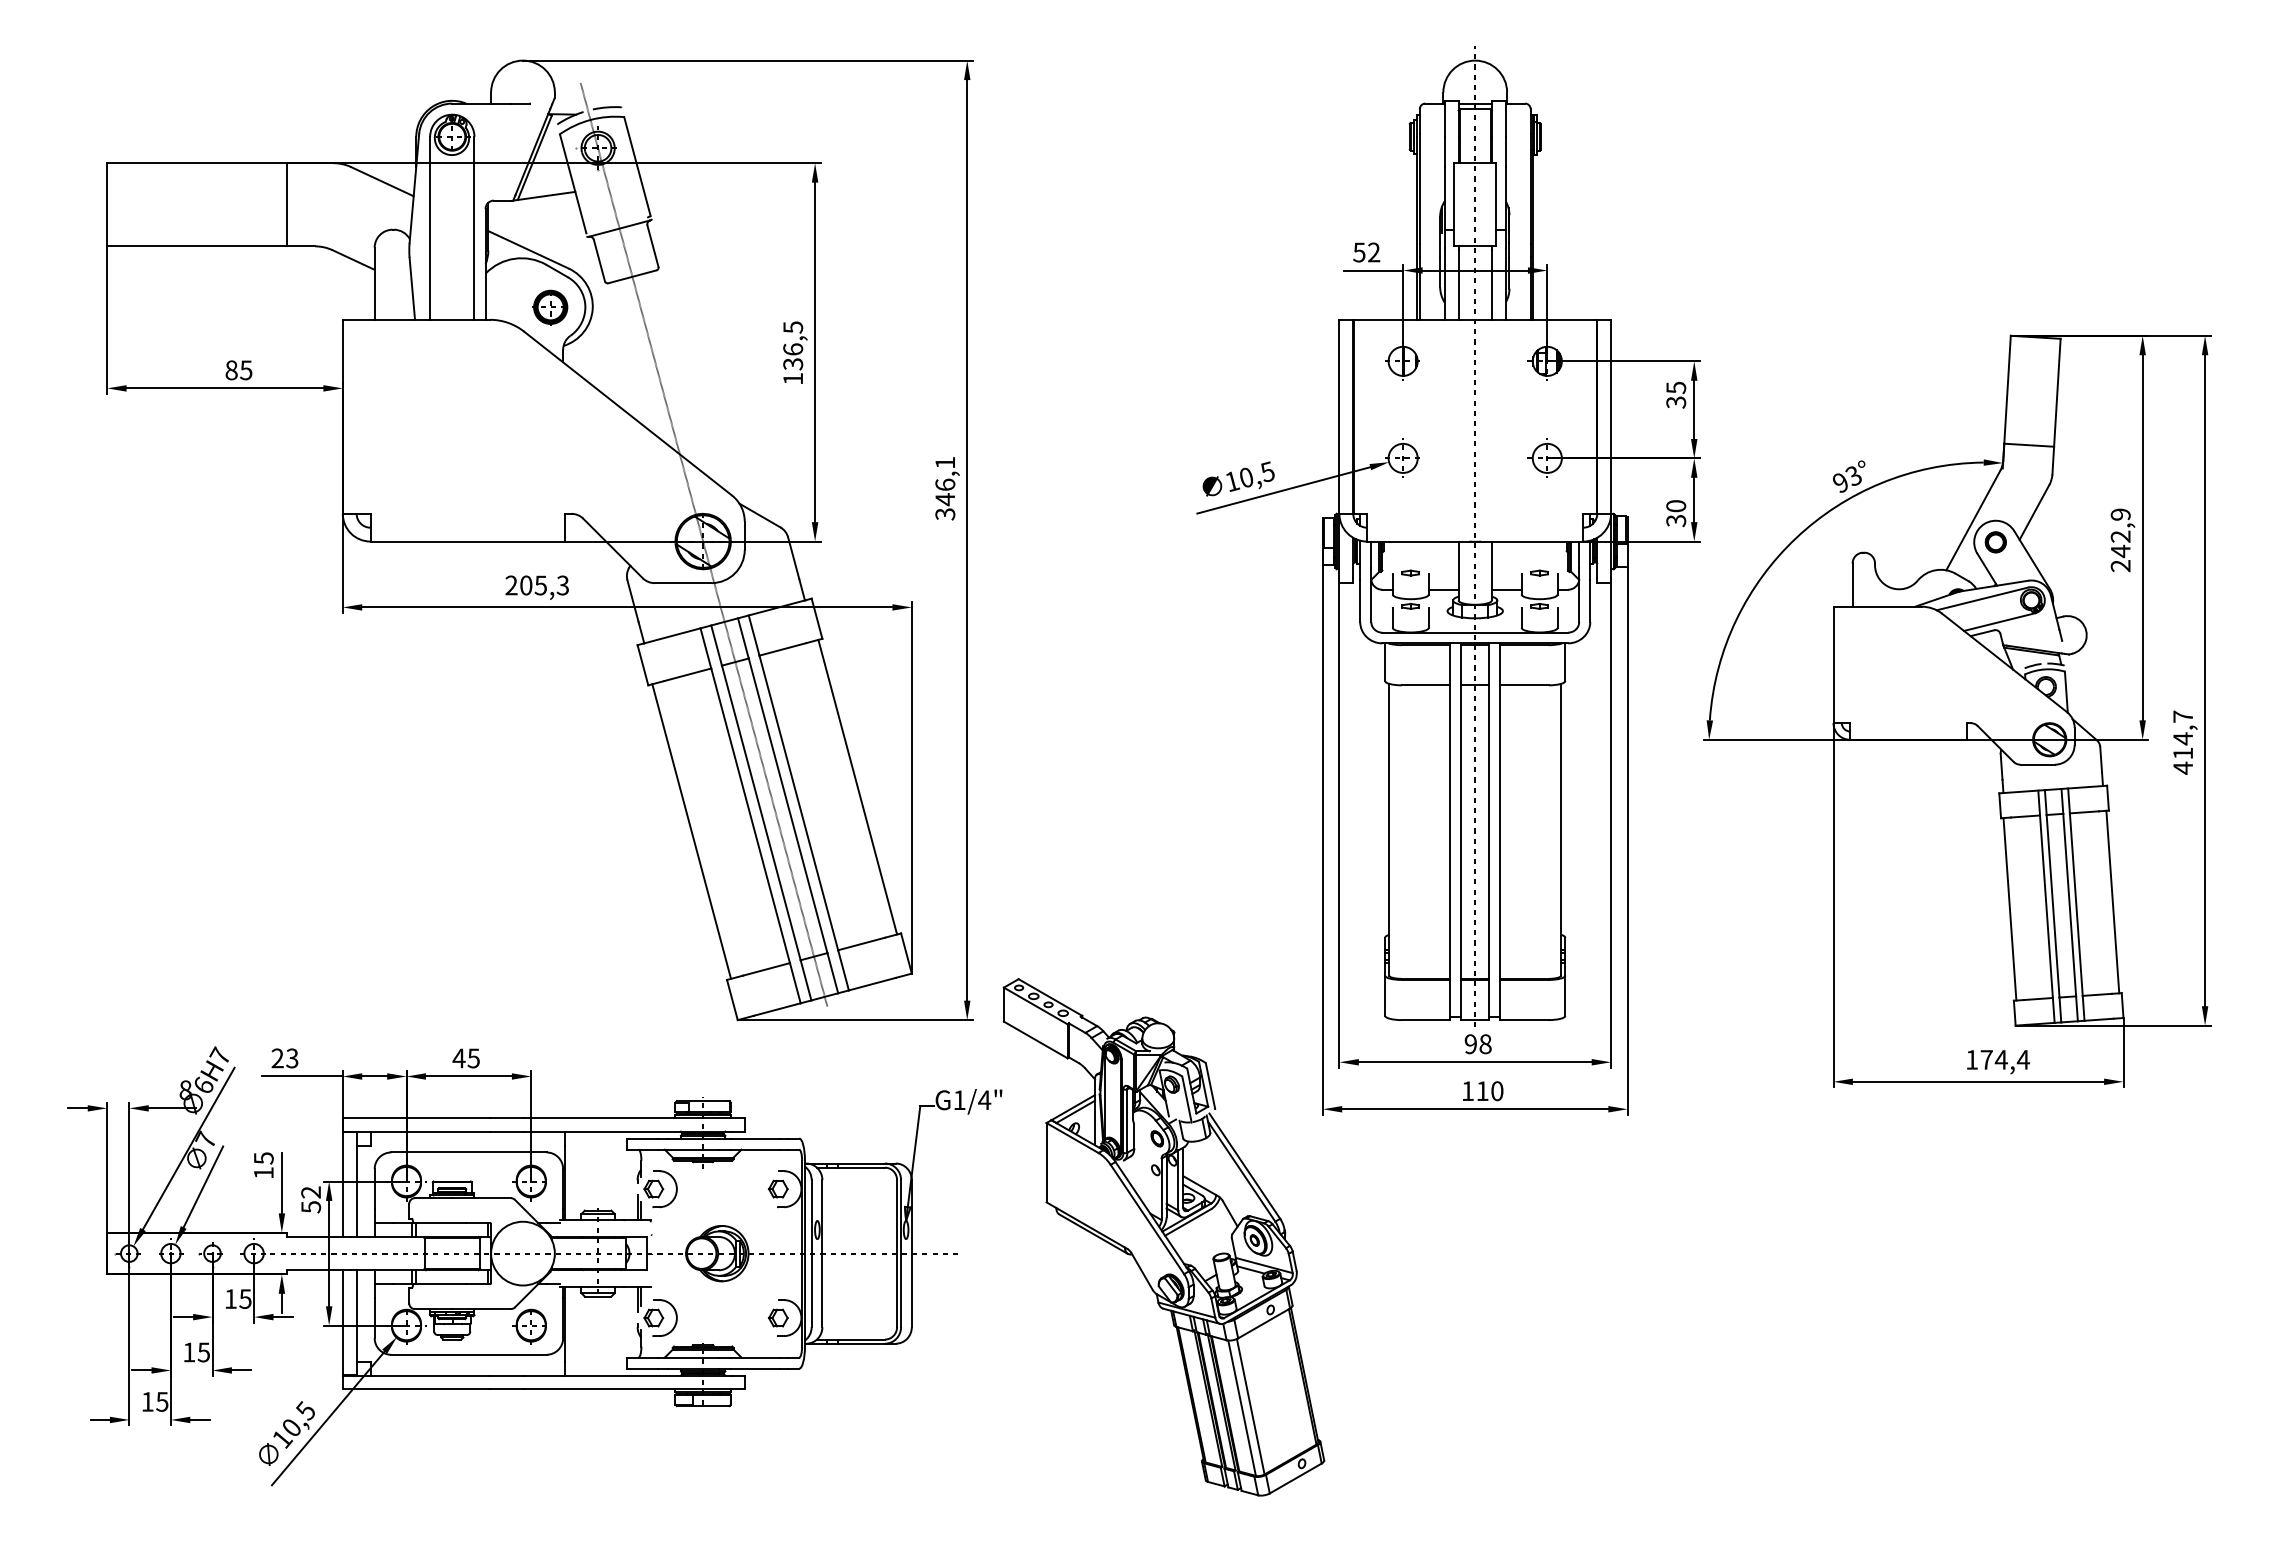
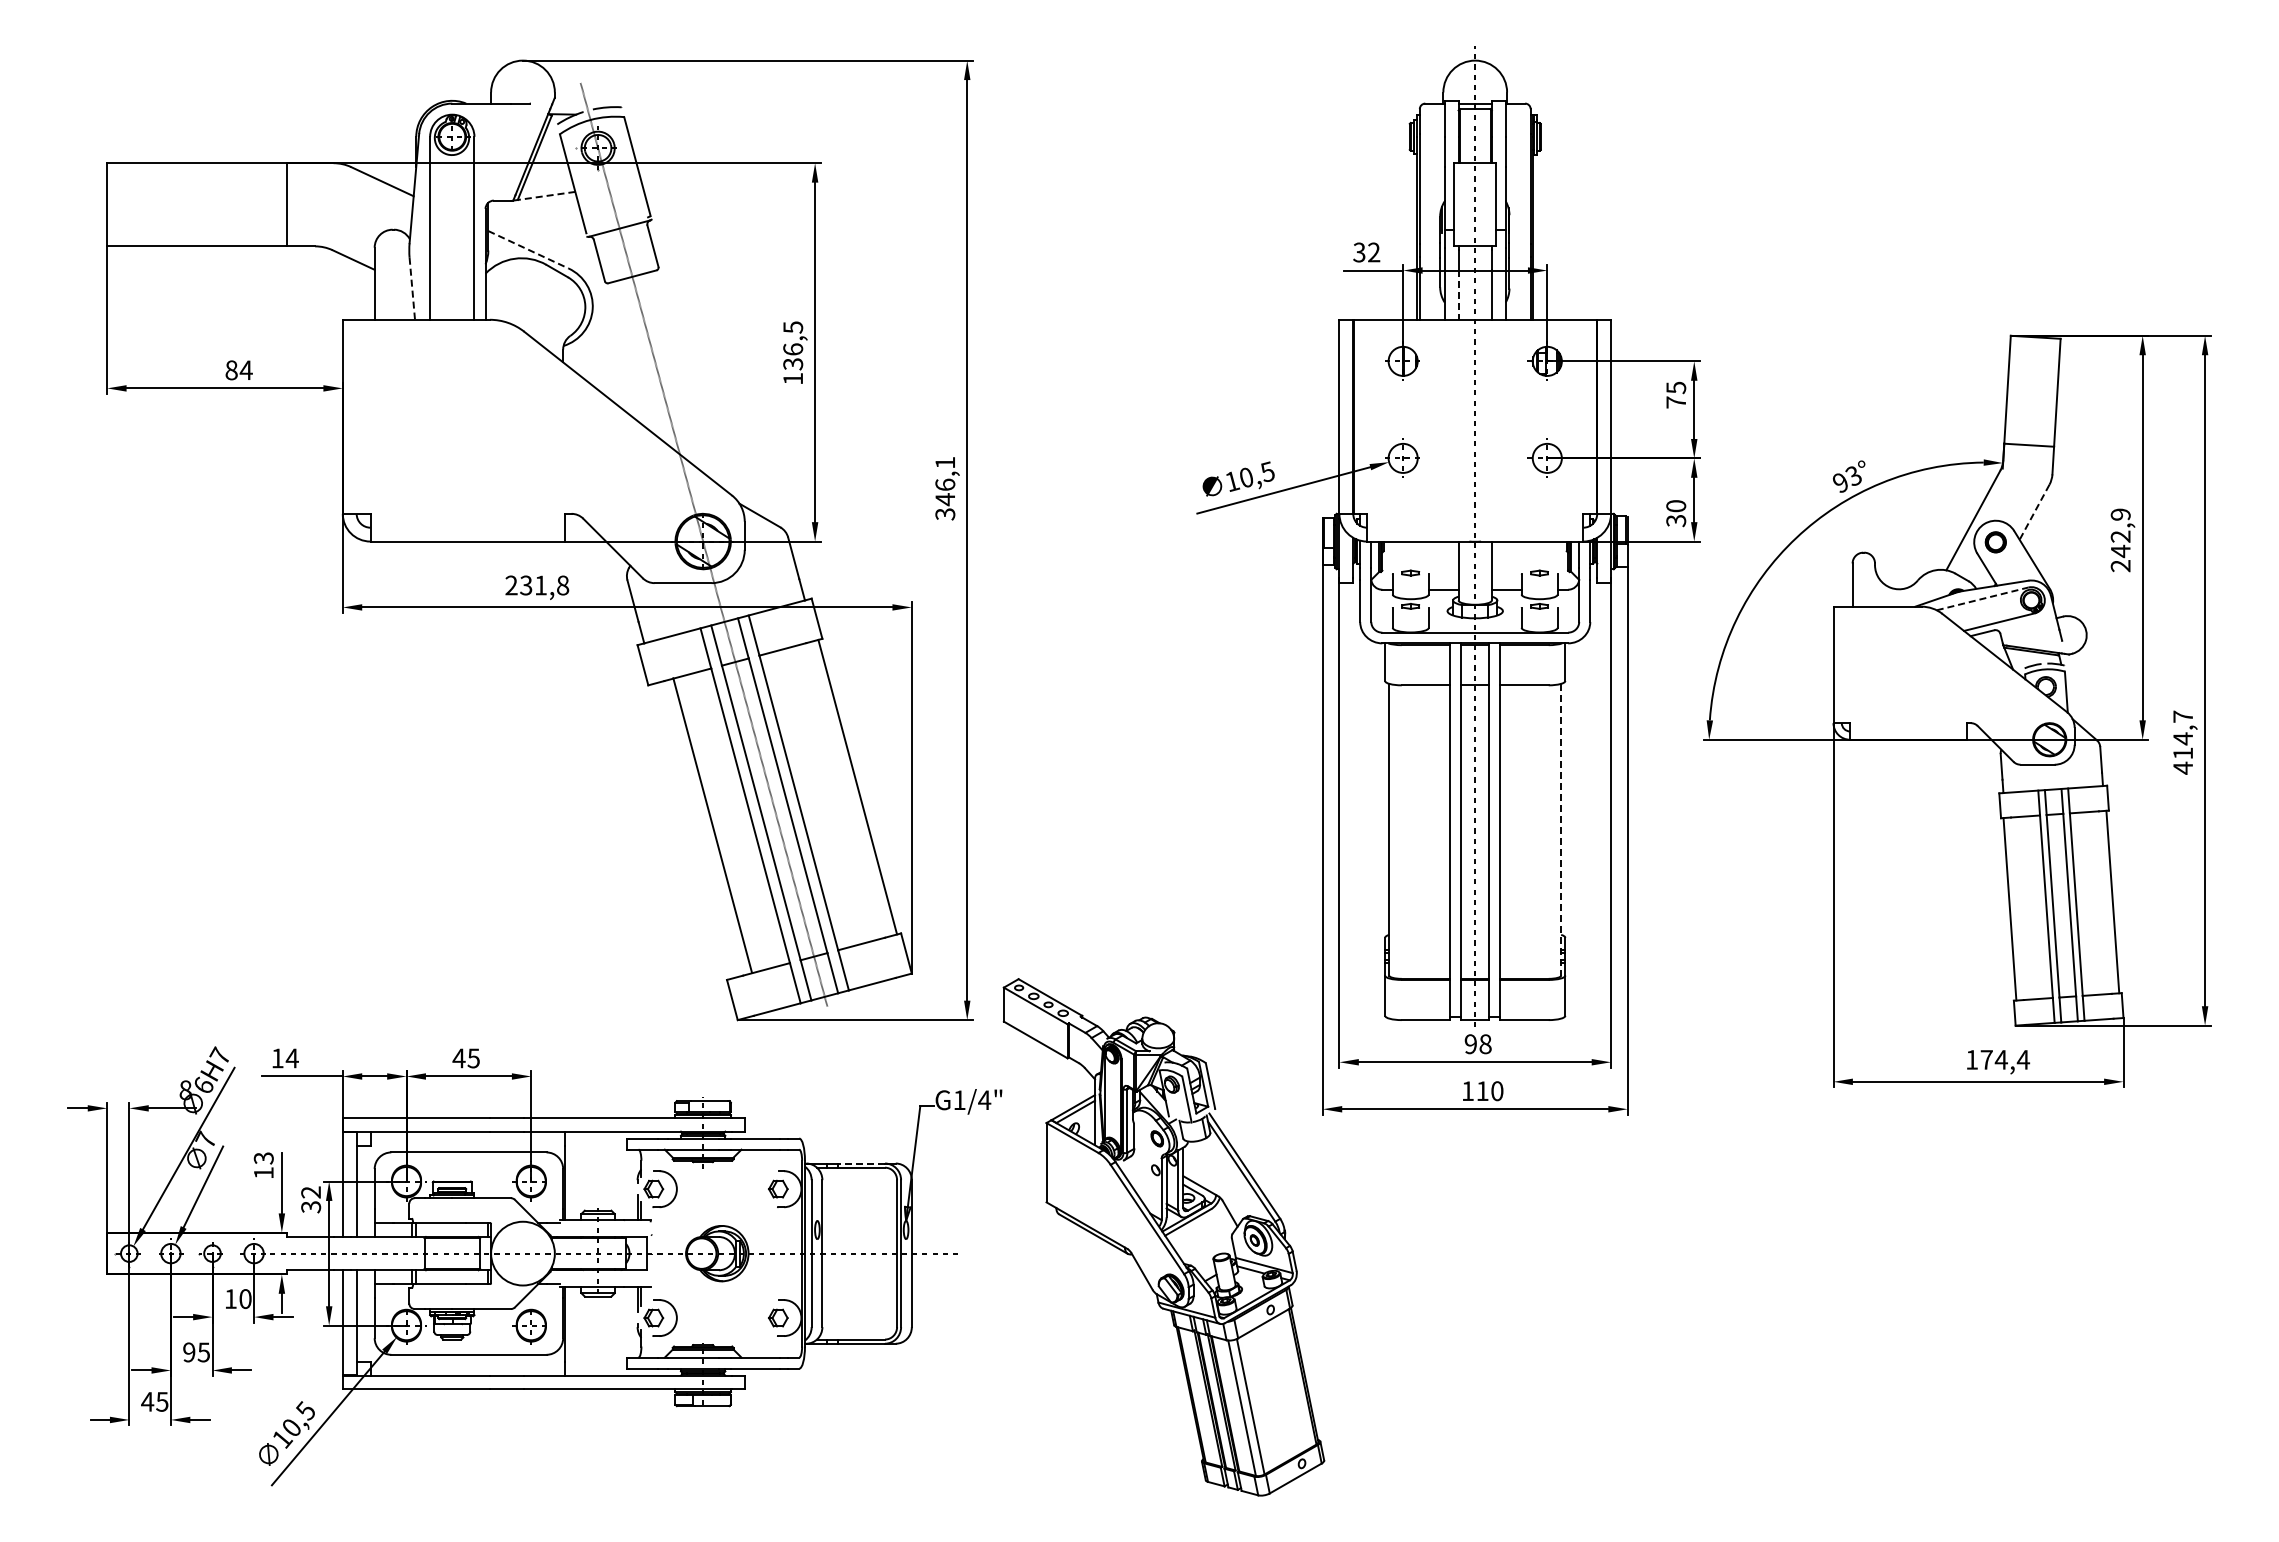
line at (546, 196): solid -> dashed
line at (529, 250): solid -> dashed
text at (1359, 251): 52 -> 32
line at (412, 289): solid -> dashed
line at (1458, 294): solid -> dashed
part at (550, 307): present -> none
text at (245, 370): 85 -> 84
text at (1676, 402): 35 -> 75
line at (2034, 512): solid -> dashed
text at (544, 585): 205,3 -> 231,8
line at (1983, 598): solid -> dashed
line at (1561, 829): solid -> dashed
line at (691, 831) position: (691, 831) -> (712, 825)
text at (284, 1058): 23 -> 14
text at (263, 1157): 15 -> 13
line at (861, 1163): solid -> dashed
text at (310, 1206): 52 -> 32
text at (245, 1298): 15 -> 10
text at (189, 1352): 15 -> 95
text at (147, 1401): 15 -> 45
